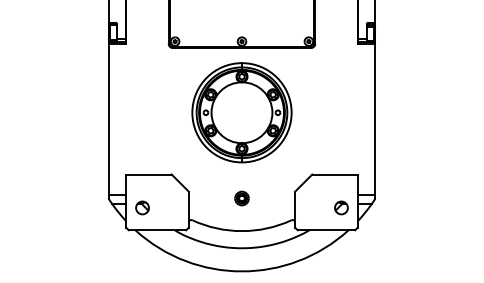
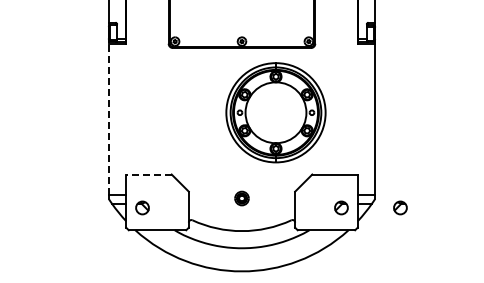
part at (241, 112) position: (241, 112) -> (275, 112)
line at (109, 119): solid -> dashed
line at (148, 174): solid -> dashed
part at (400, 207): none -> present
